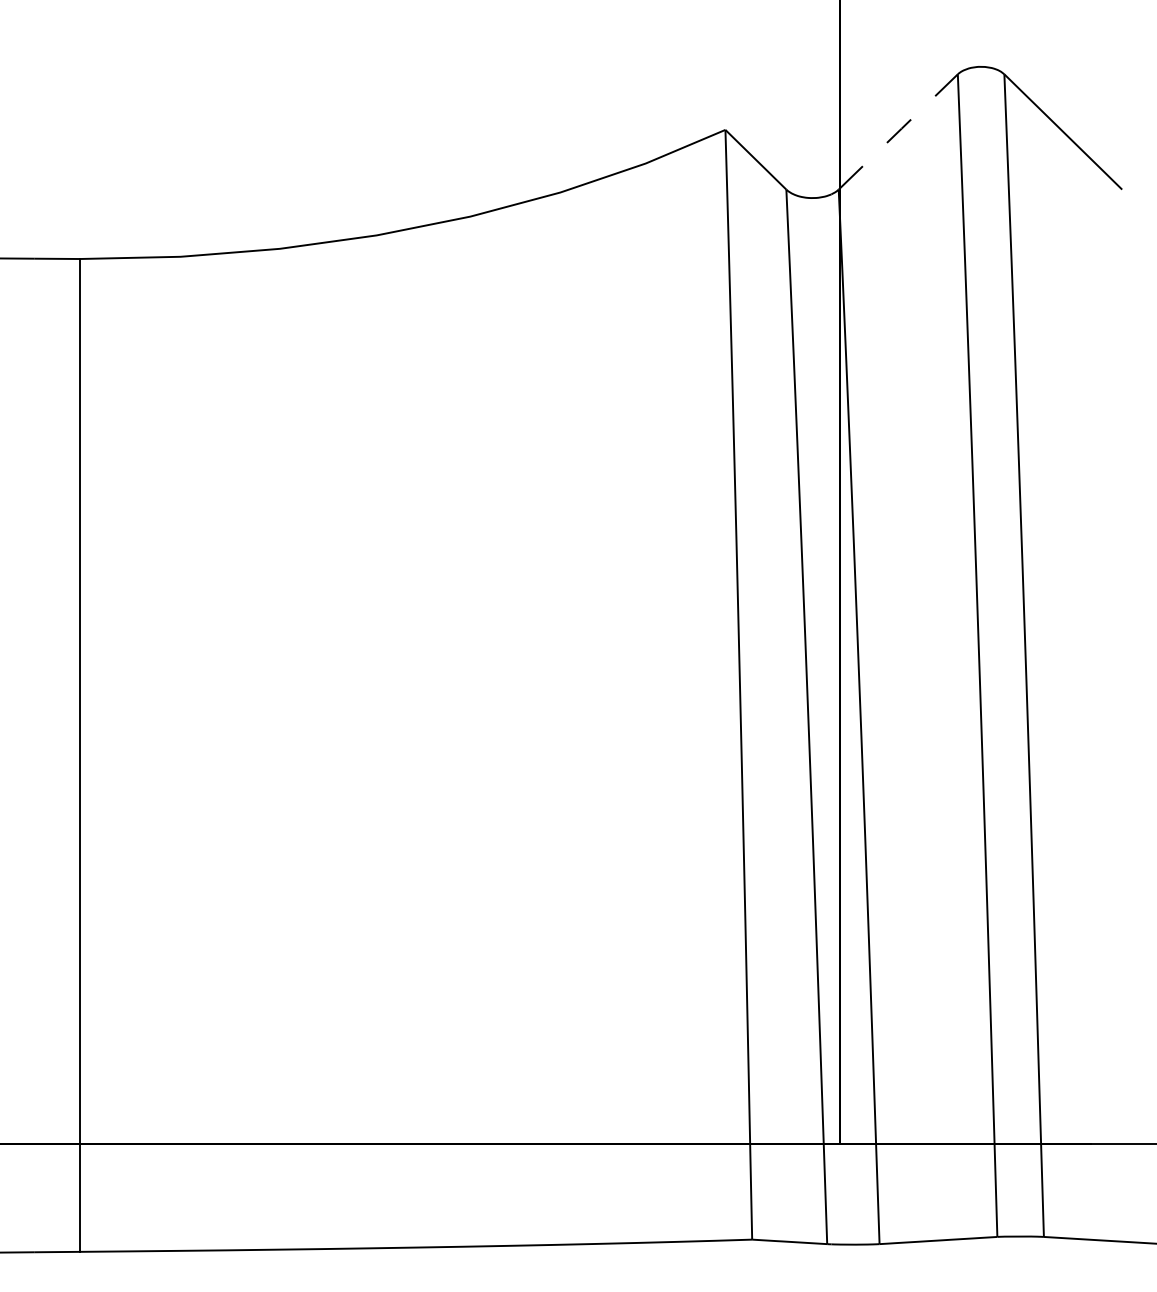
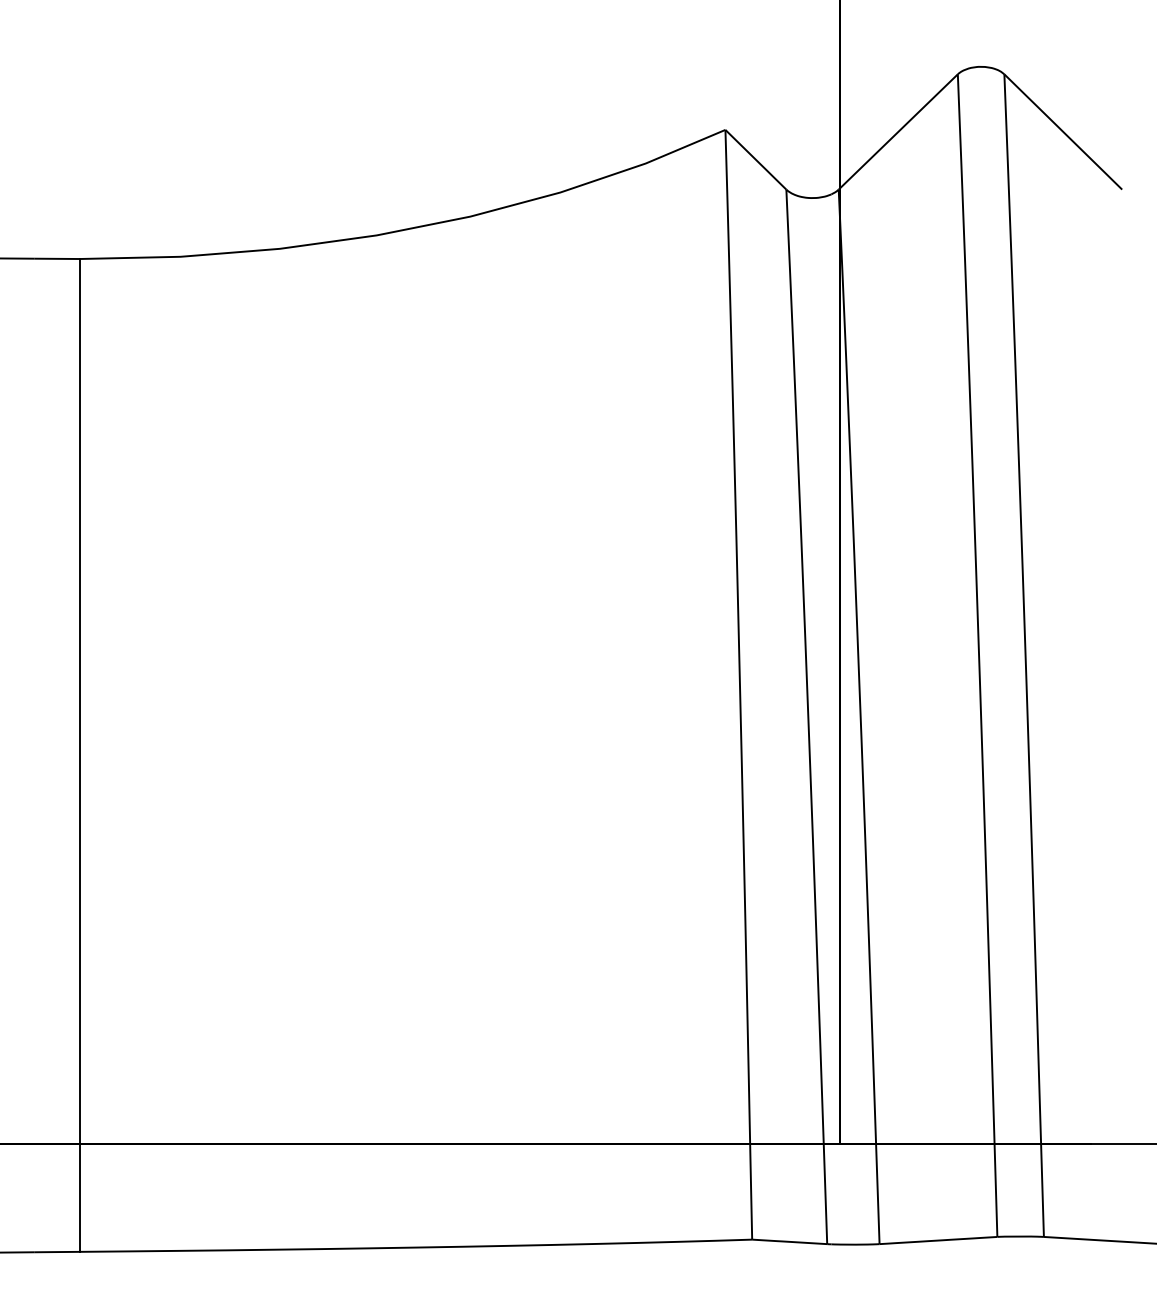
line at (898, 131): dashed -> solid
